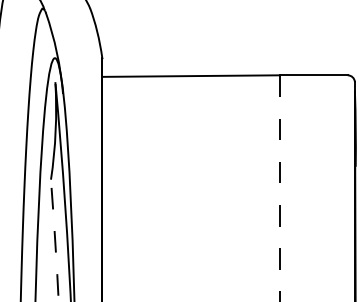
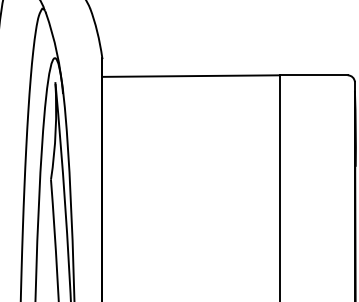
line at (279, 188): dashed -> solid
arc at (55, 240): dashed -> solid
